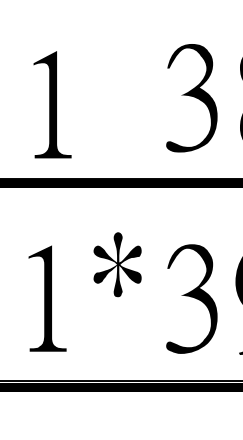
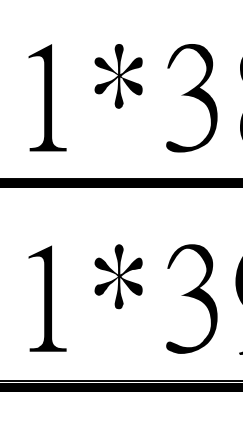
fill at (118, 75): none -> present
part at (52, 104) position: (52, 104) -> (47, 97)
part at (117, 264) position: (117, 264) -> (118, 276)
